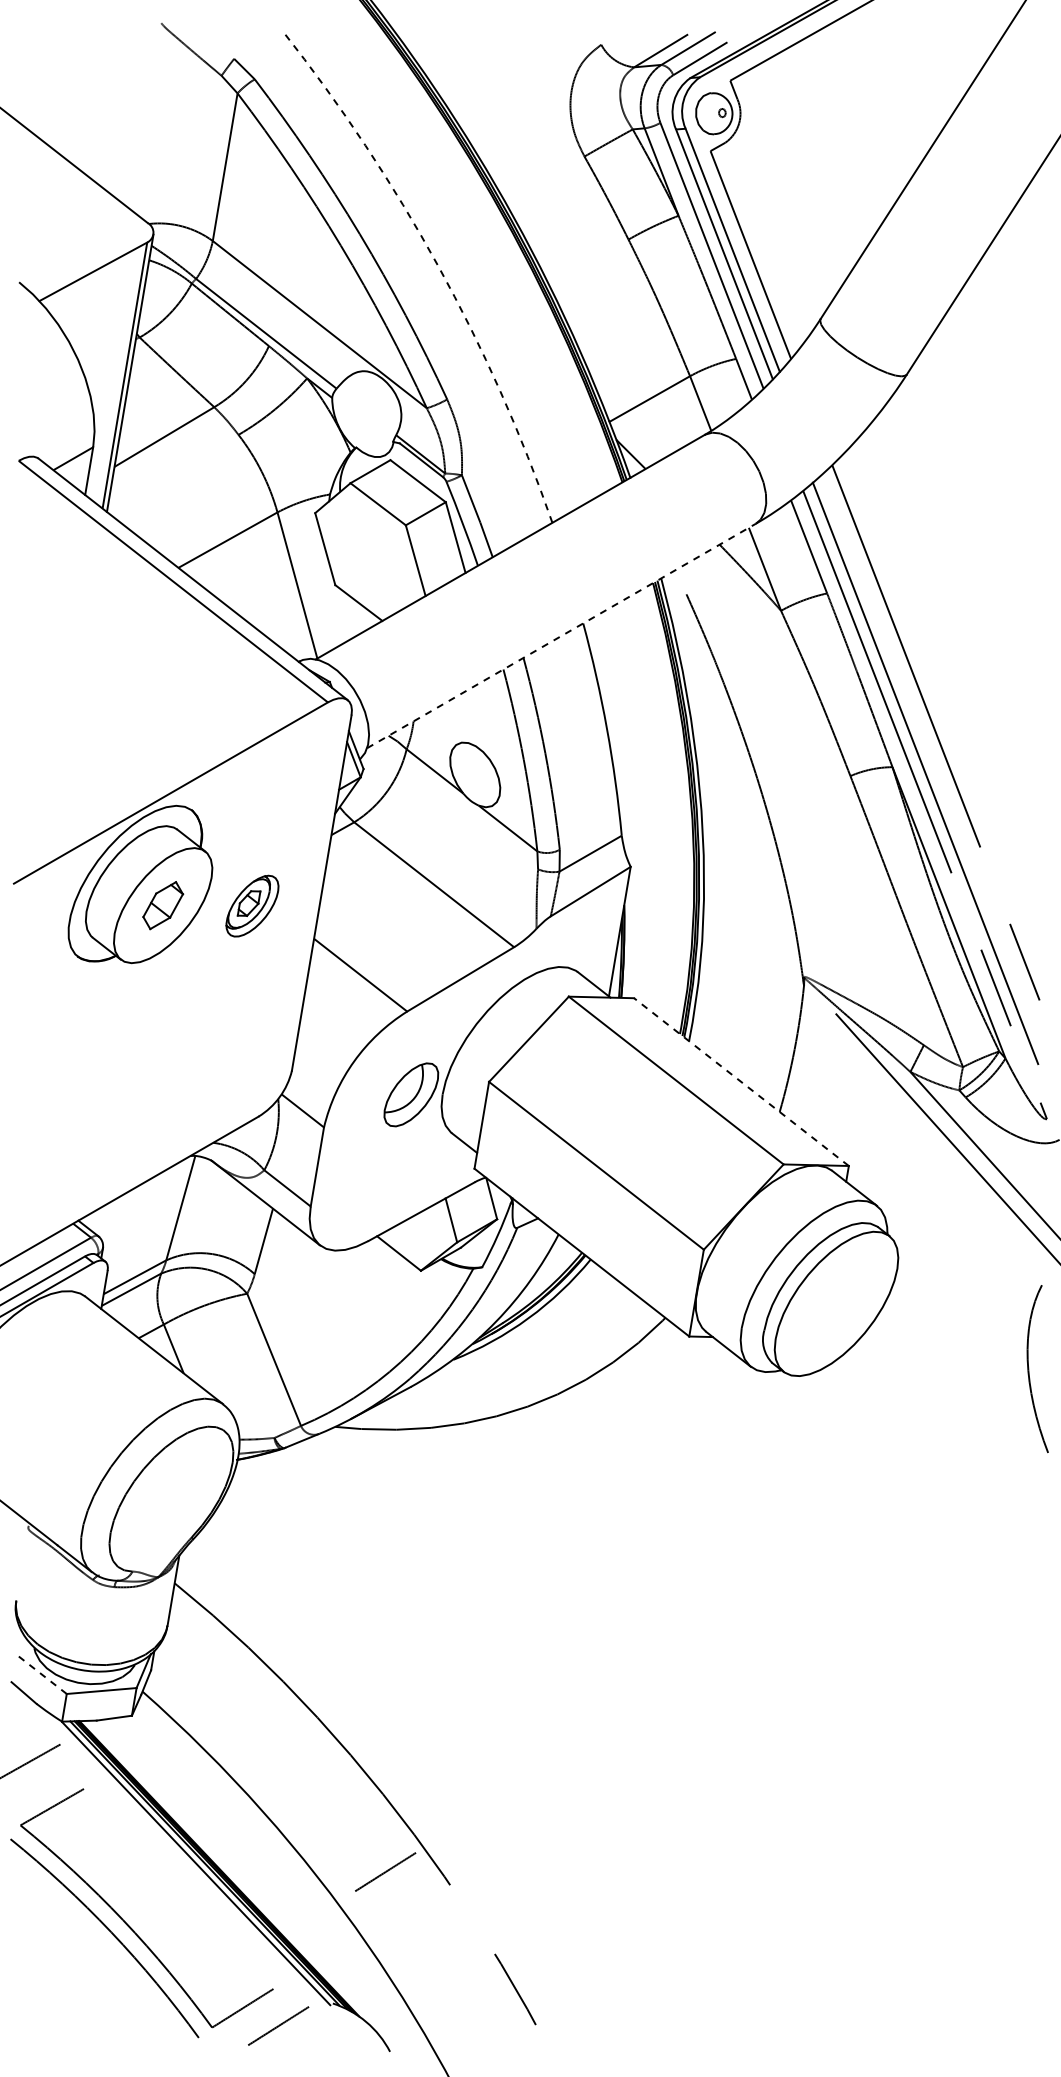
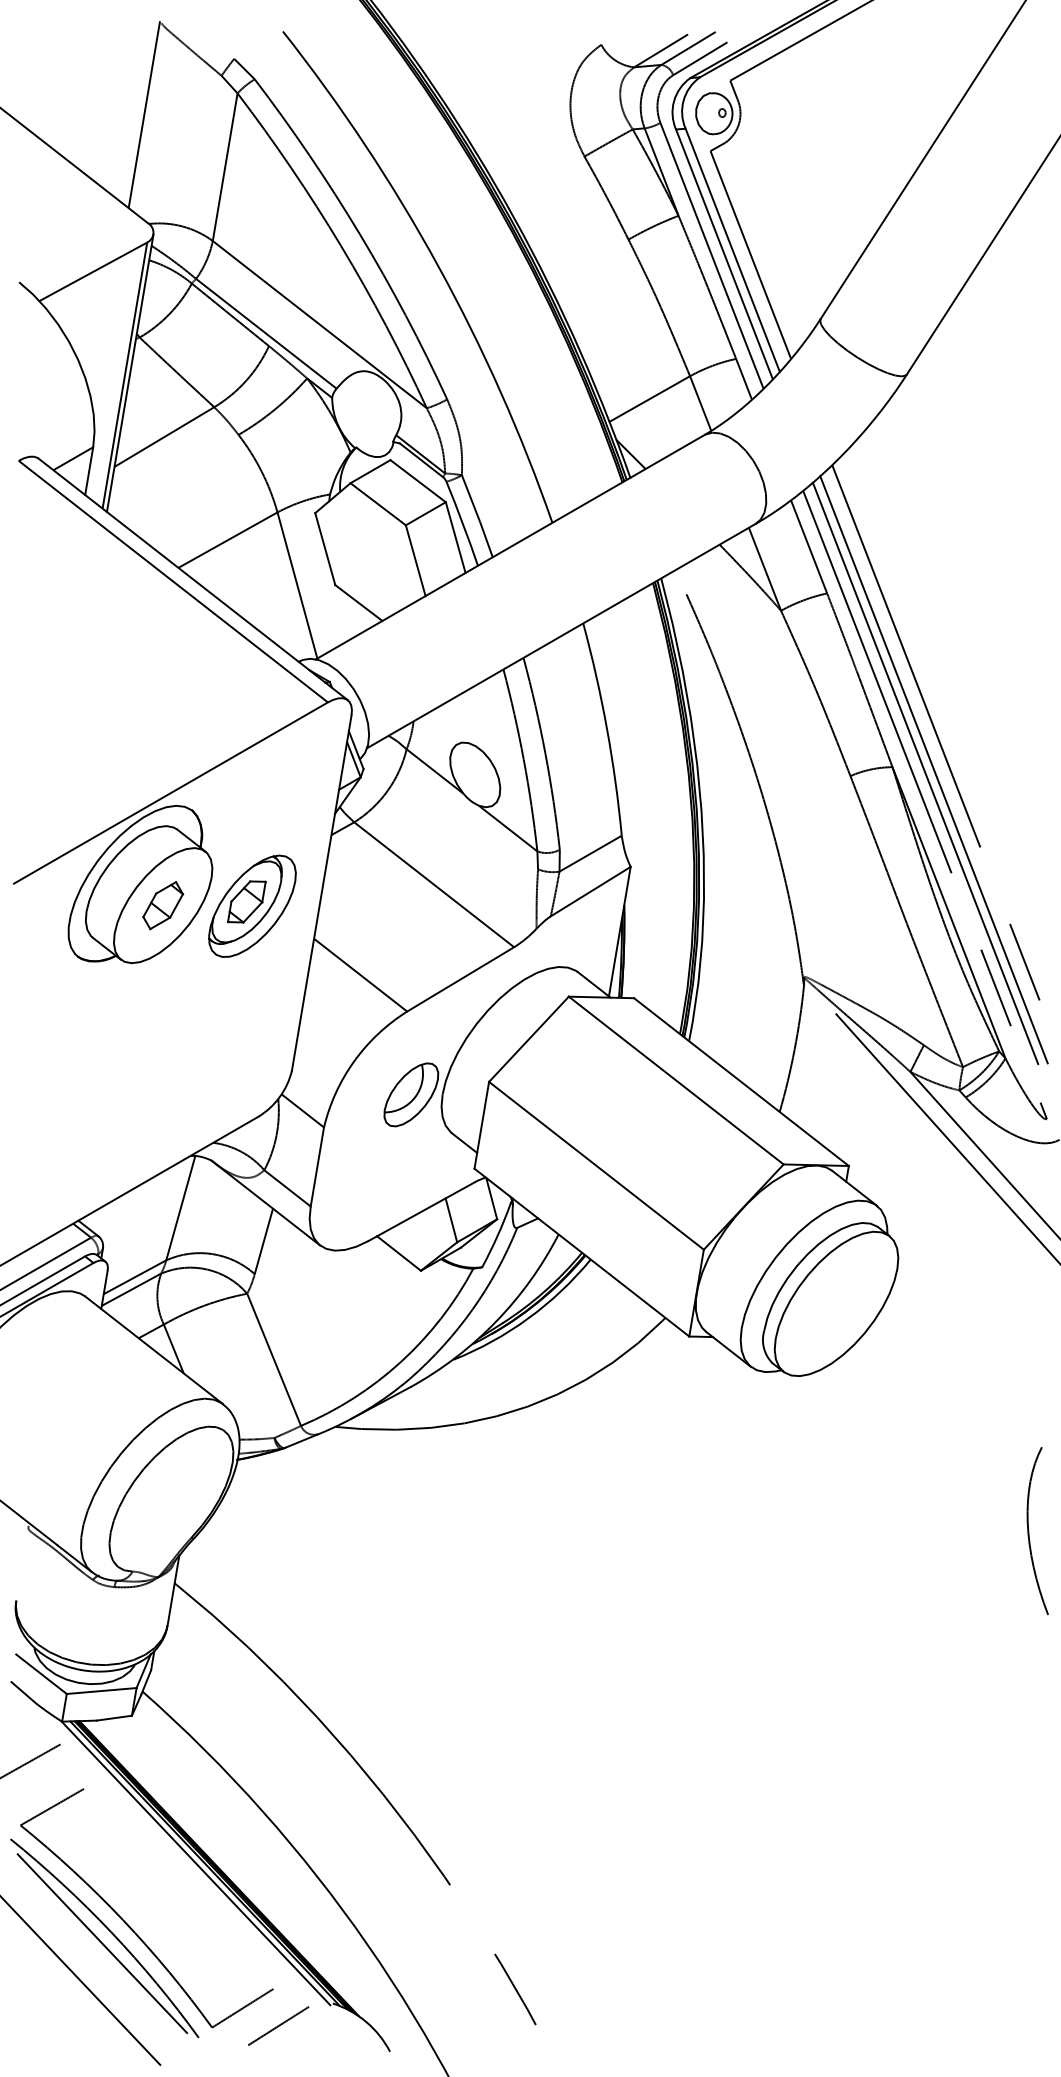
line at (144, 114): none -> present
arc at (438, 265): dashed -> solid
line at (561, 635): dashed -> solid
line at (933, 769): none -> present
part at (252, 905) size: 55x64 px -> 89x104 px
line at (741, 1081): dashed -> solid
curve at (1029, 1369) position: (1029, 1369) -> (1029, 1531)
line at (41, 1673): dashed -> solid
line at (385, 1871): present -> none
line at (102, 1943): none -> present
line at (81, 1981): none -> present
